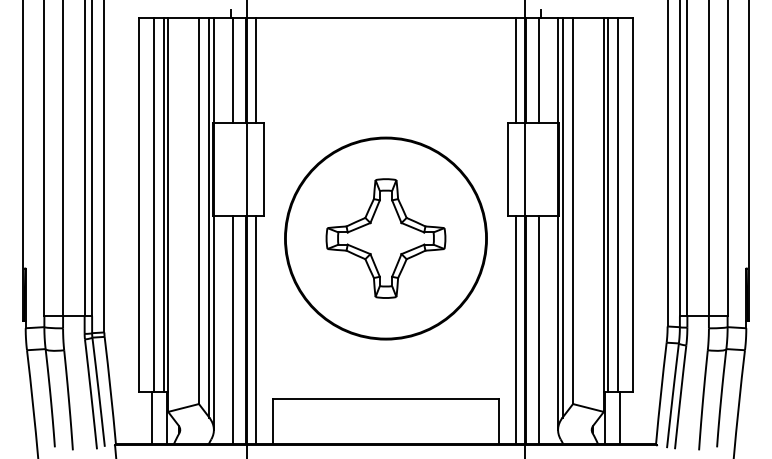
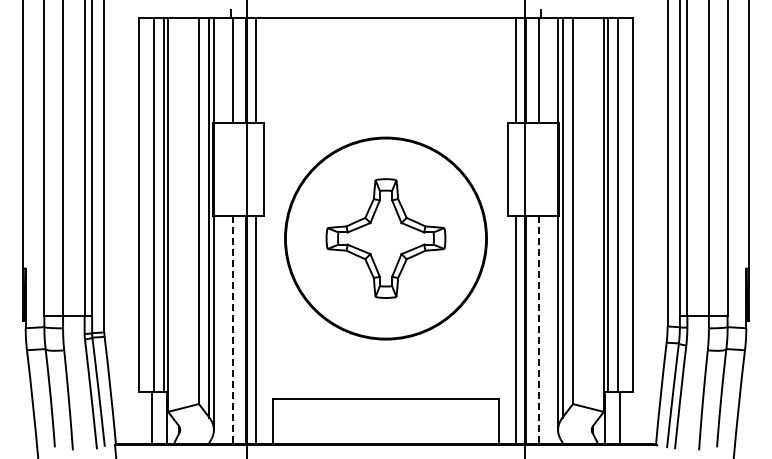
line at (233, 330): solid -> dashed
line at (538, 330): solid -> dashed
